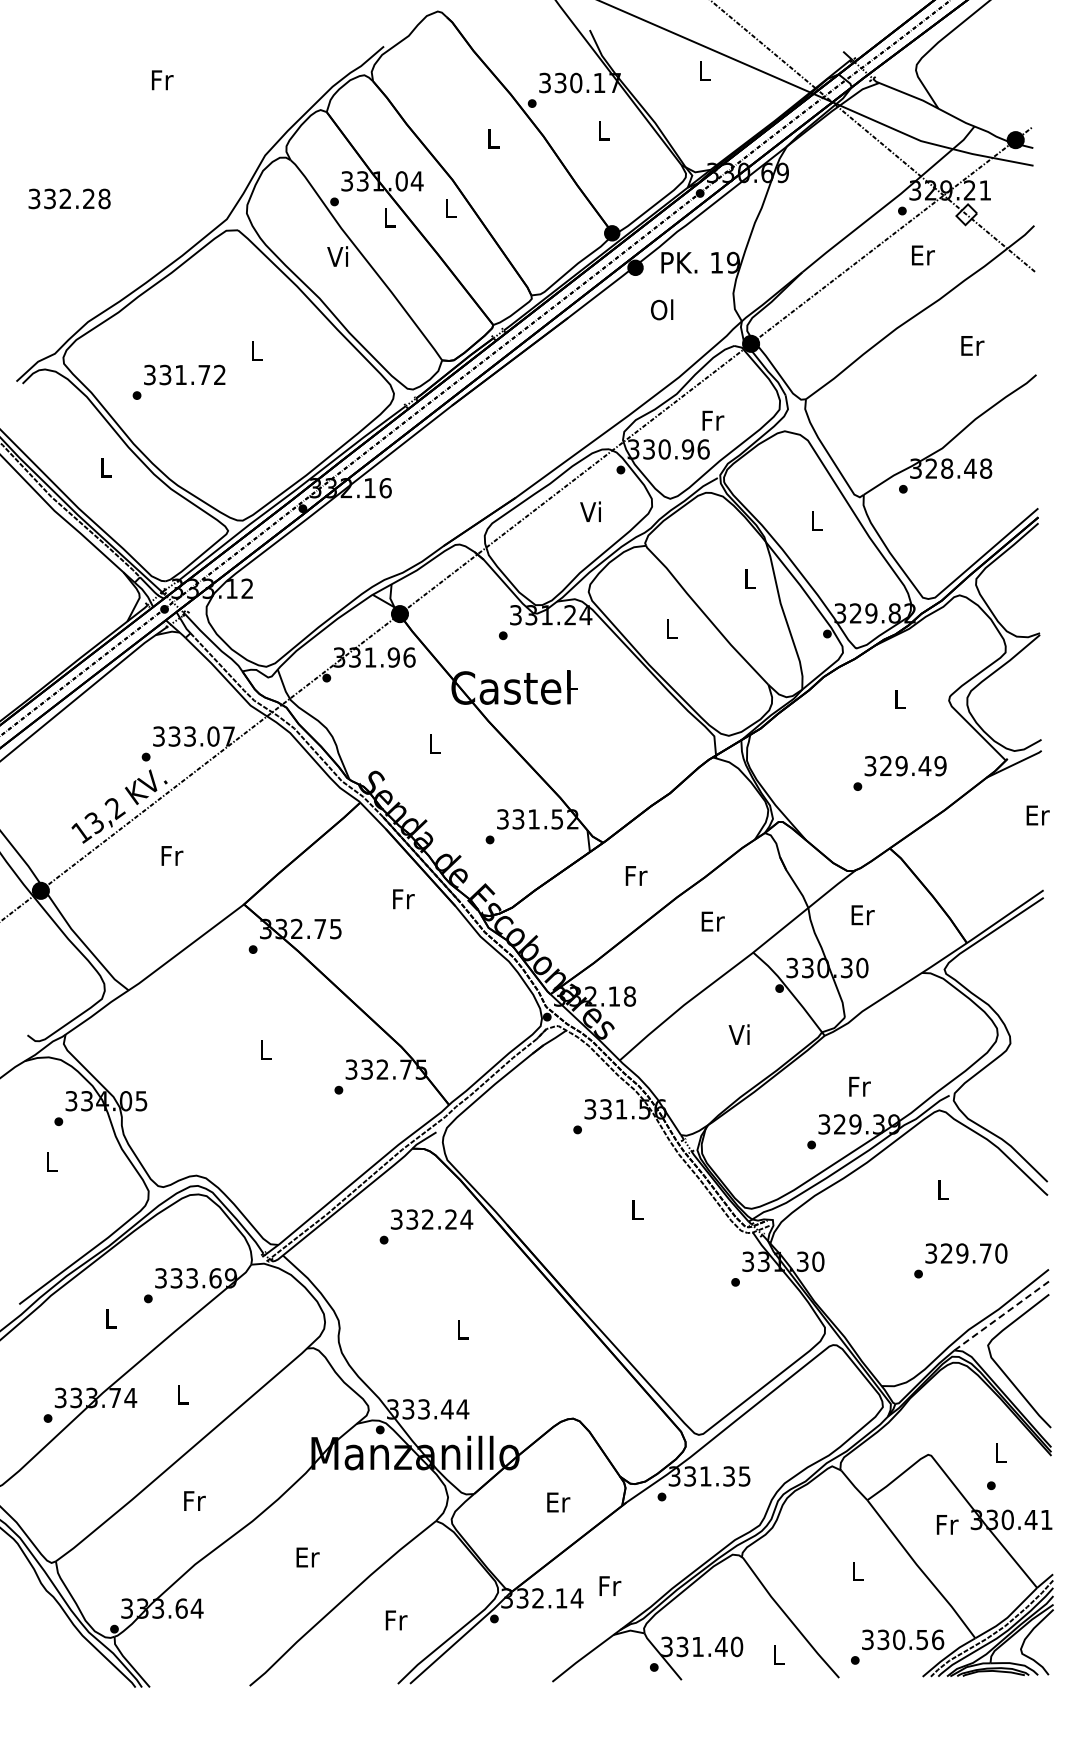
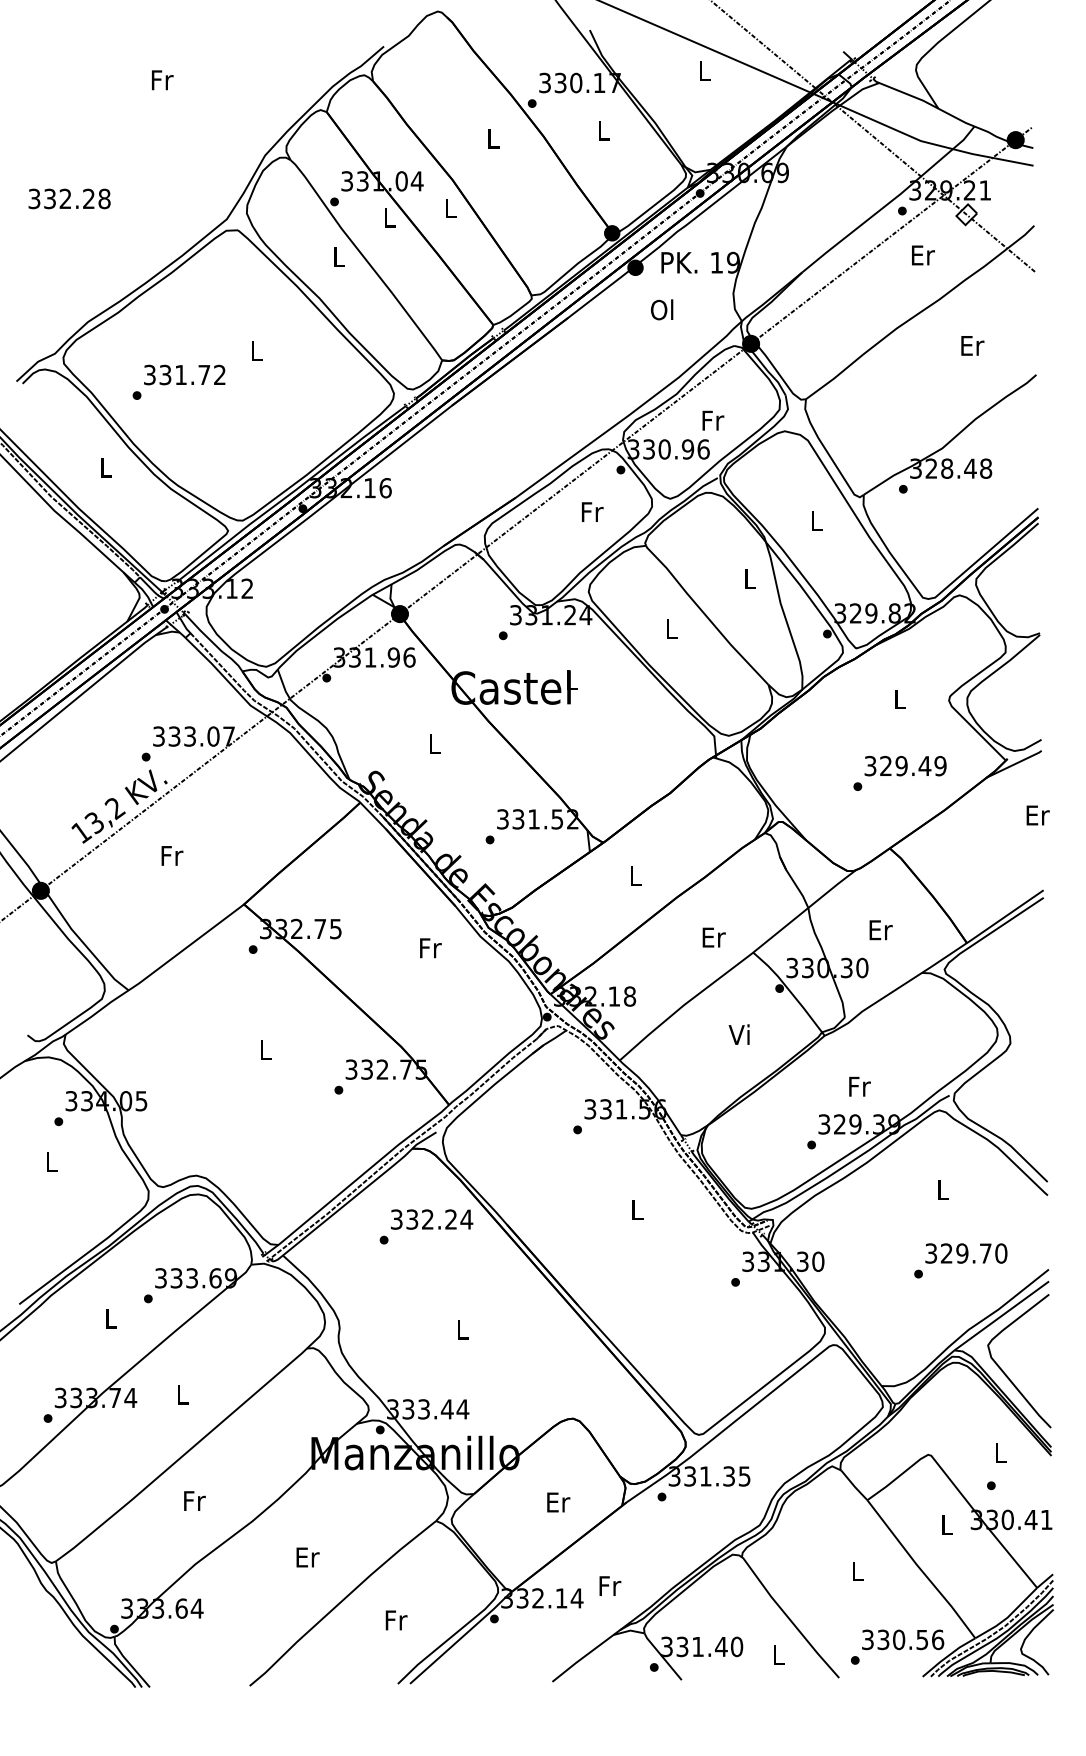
text at (337, 256): Vi -> L
text at (591, 511): Vi -> Fr
text at (636, 875): Fr -> L
text at (403, 899) position: (403, 899) -> (430, 948)
text at (862, 915) position: (862, 915) -> (880, 930)
text at (712, 921) position: (712, 921) -> (713, 937)
line at (1001, 1315): dashed -> solid
text at (947, 1524): Fr -> L
